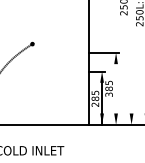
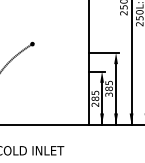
line at (131, 63): none -> present
line at (116, 94): none -> present
